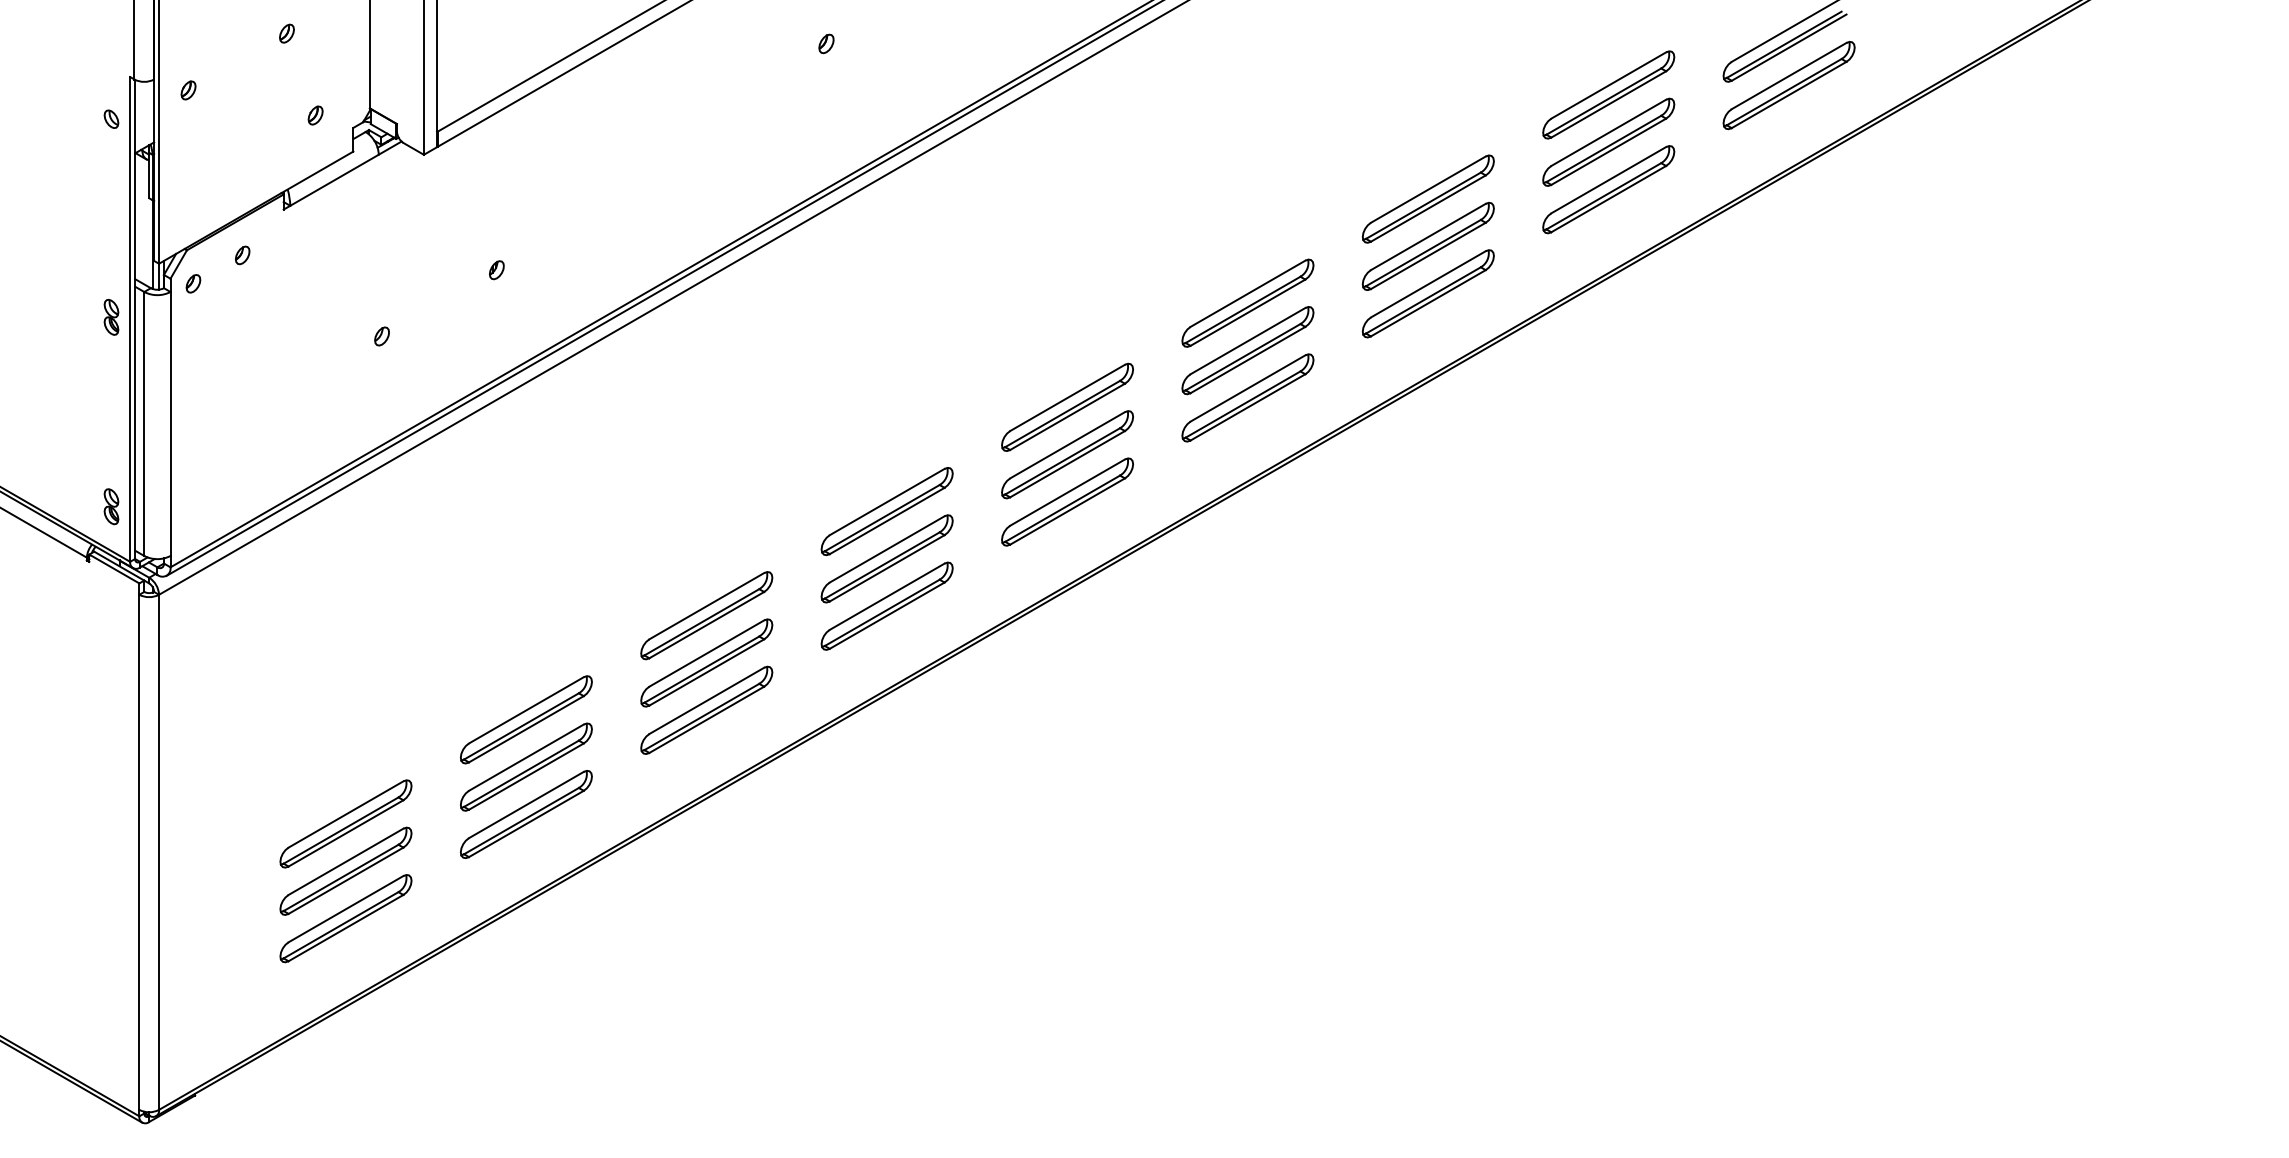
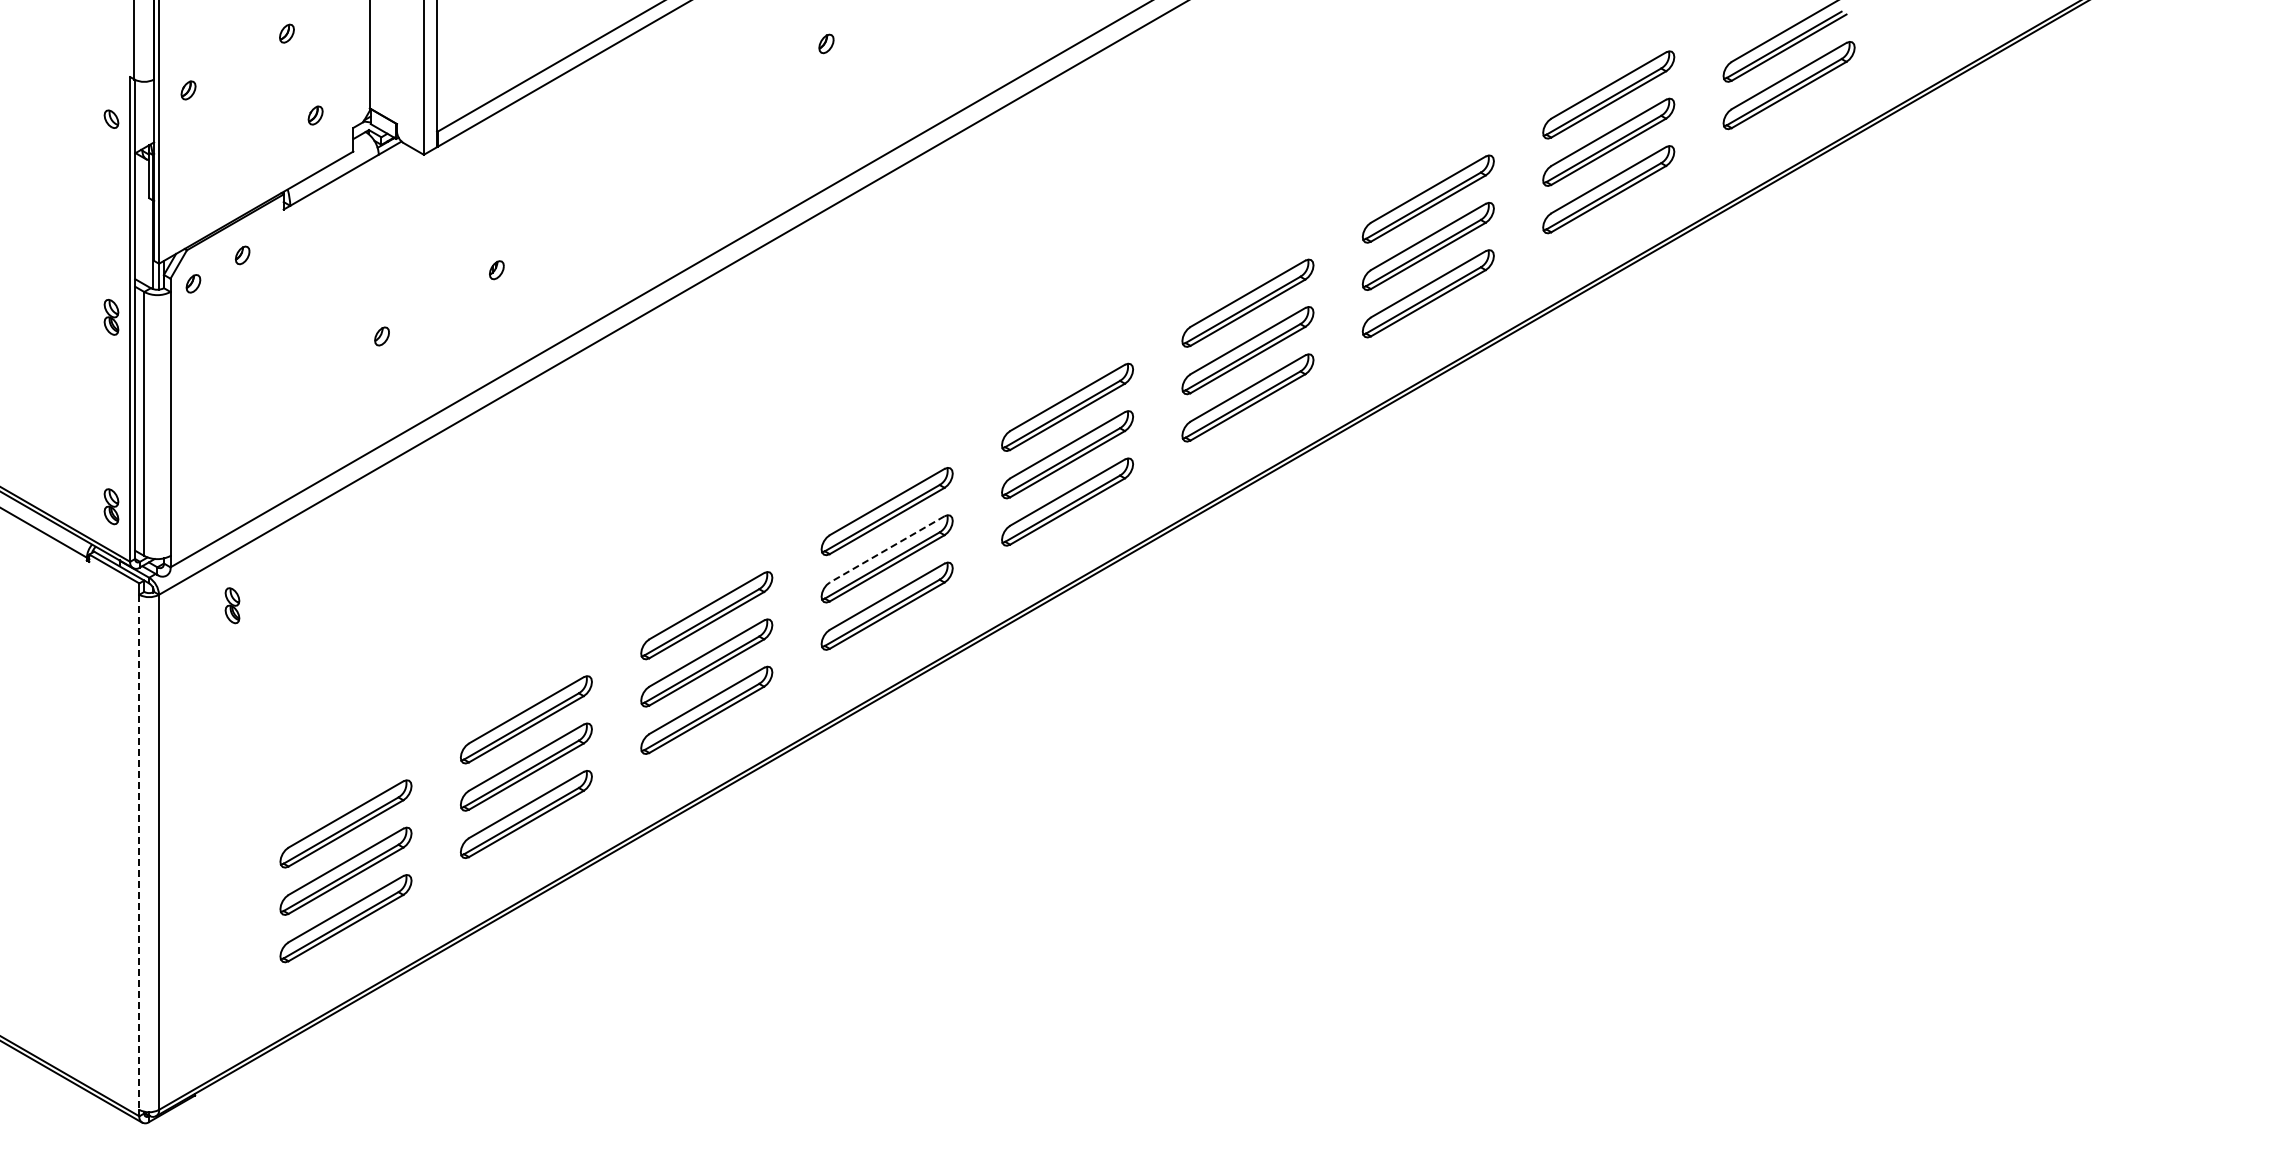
line at (663, 288): present -> none
line at (886, 549): solid -> dashed
part at (232, 605): none -> present
line at (139, 852): solid -> dashed
